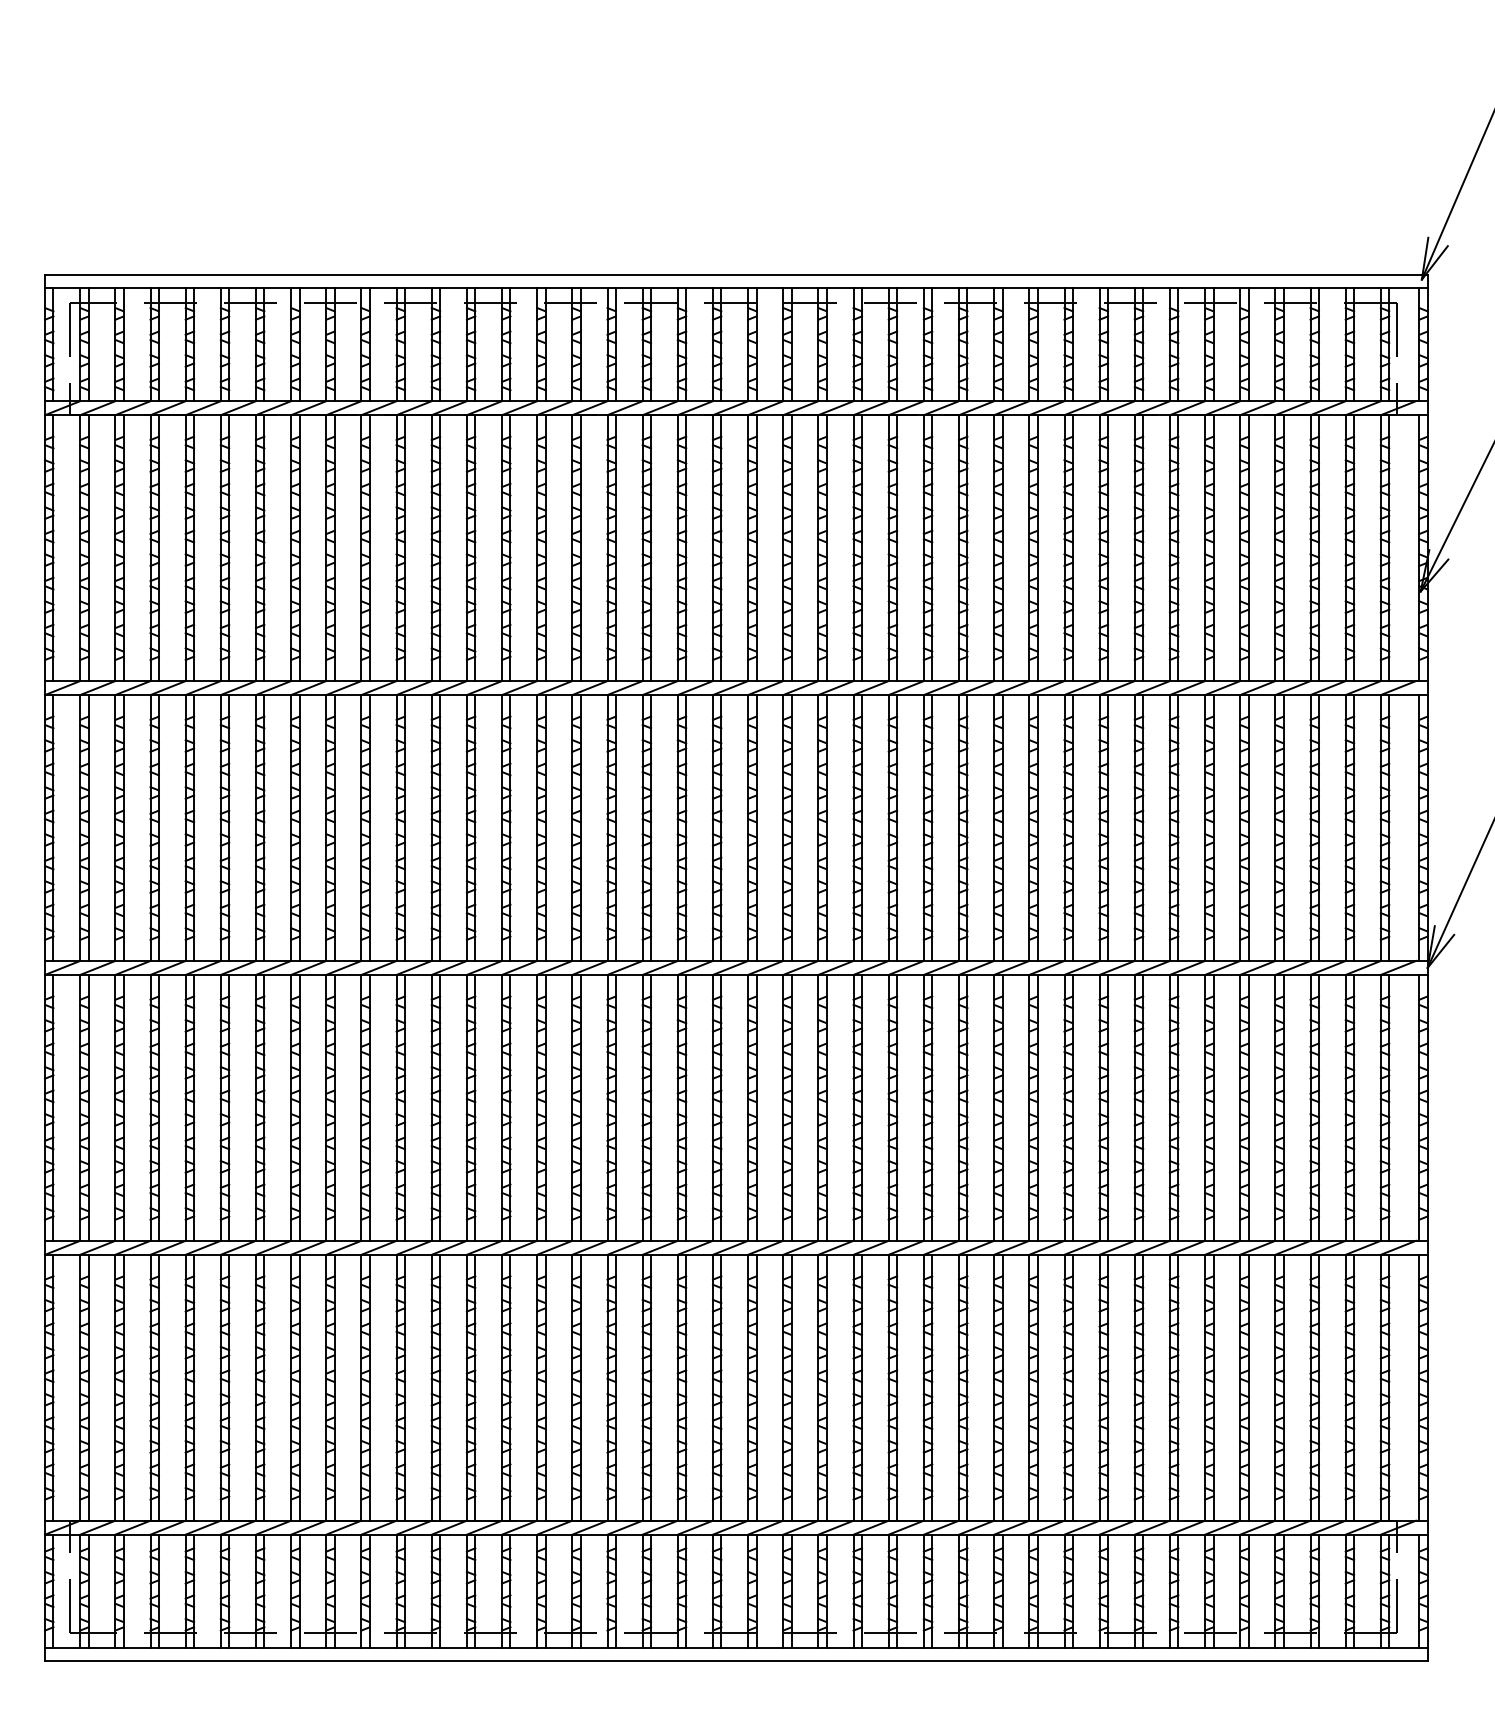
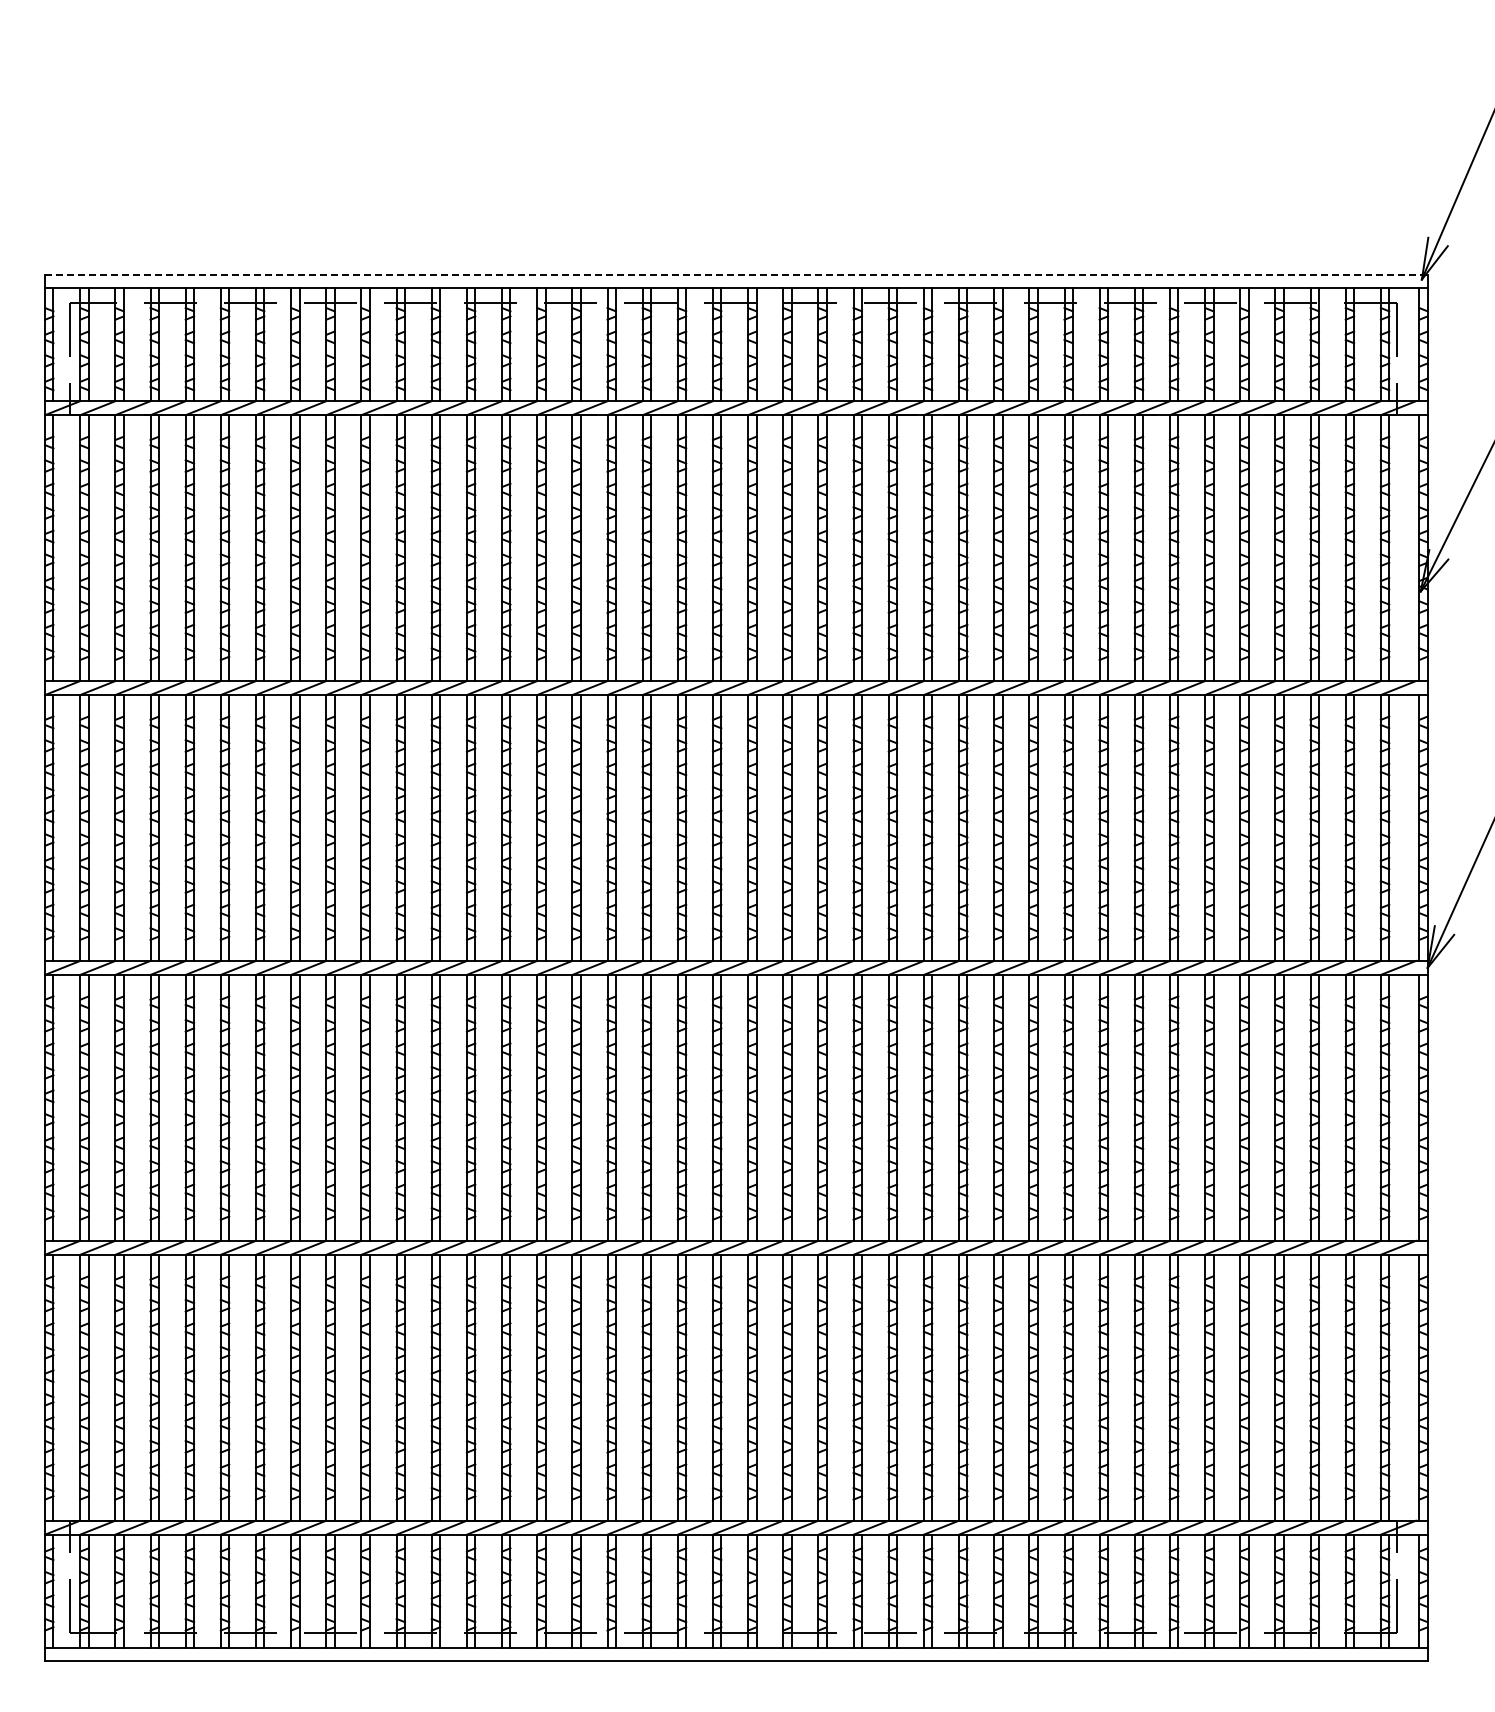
line at (736, 275): solid -> dashed
